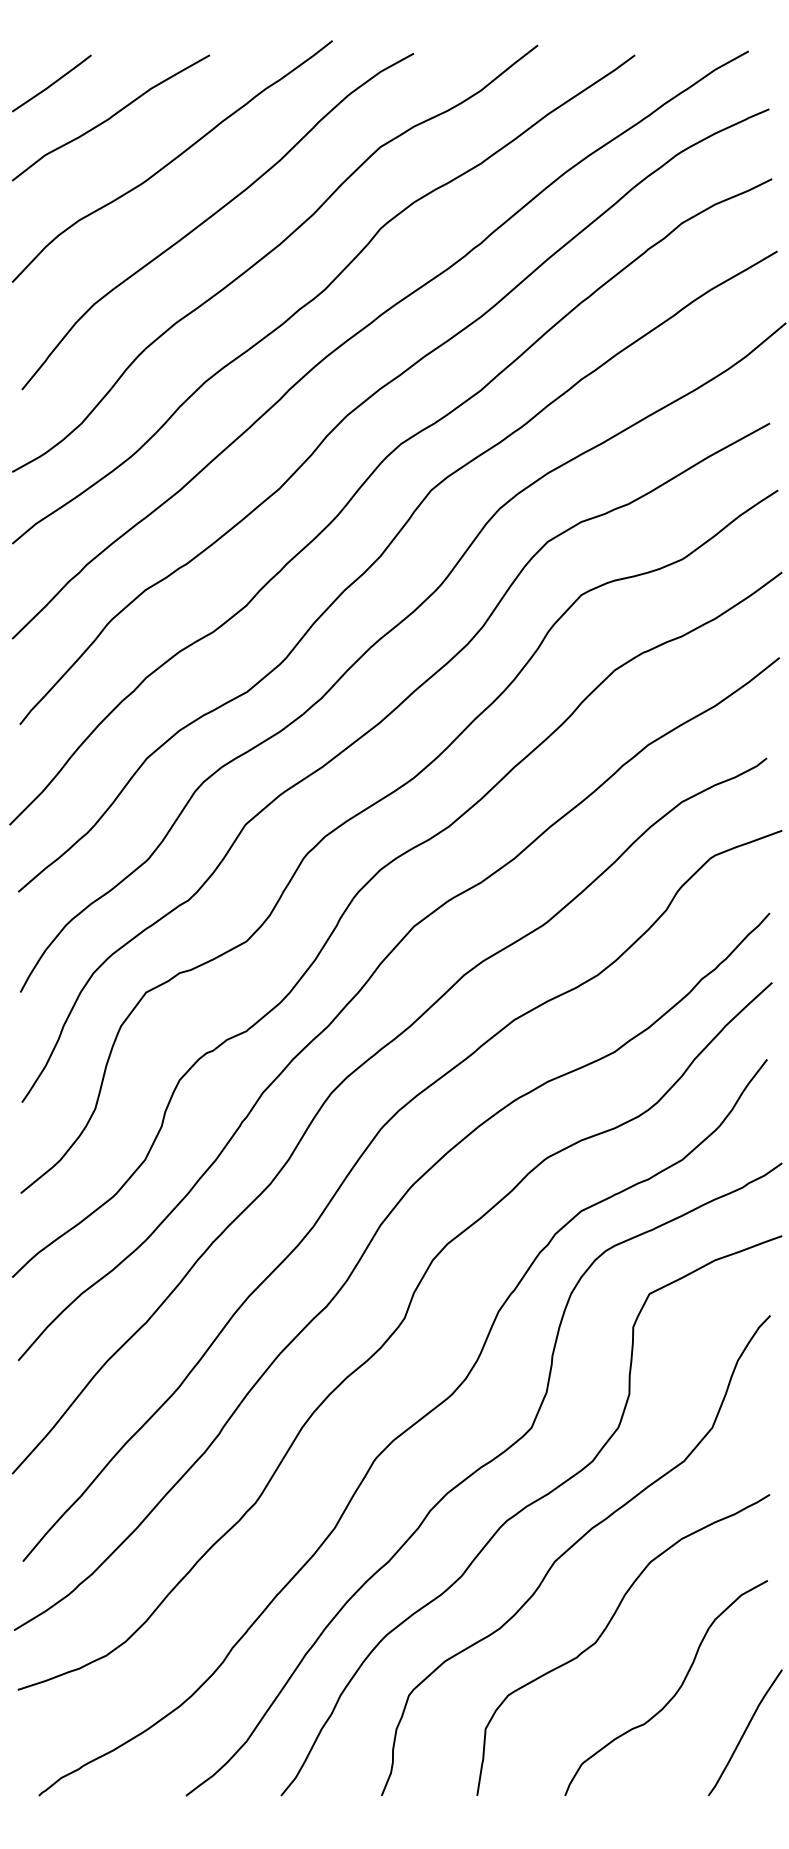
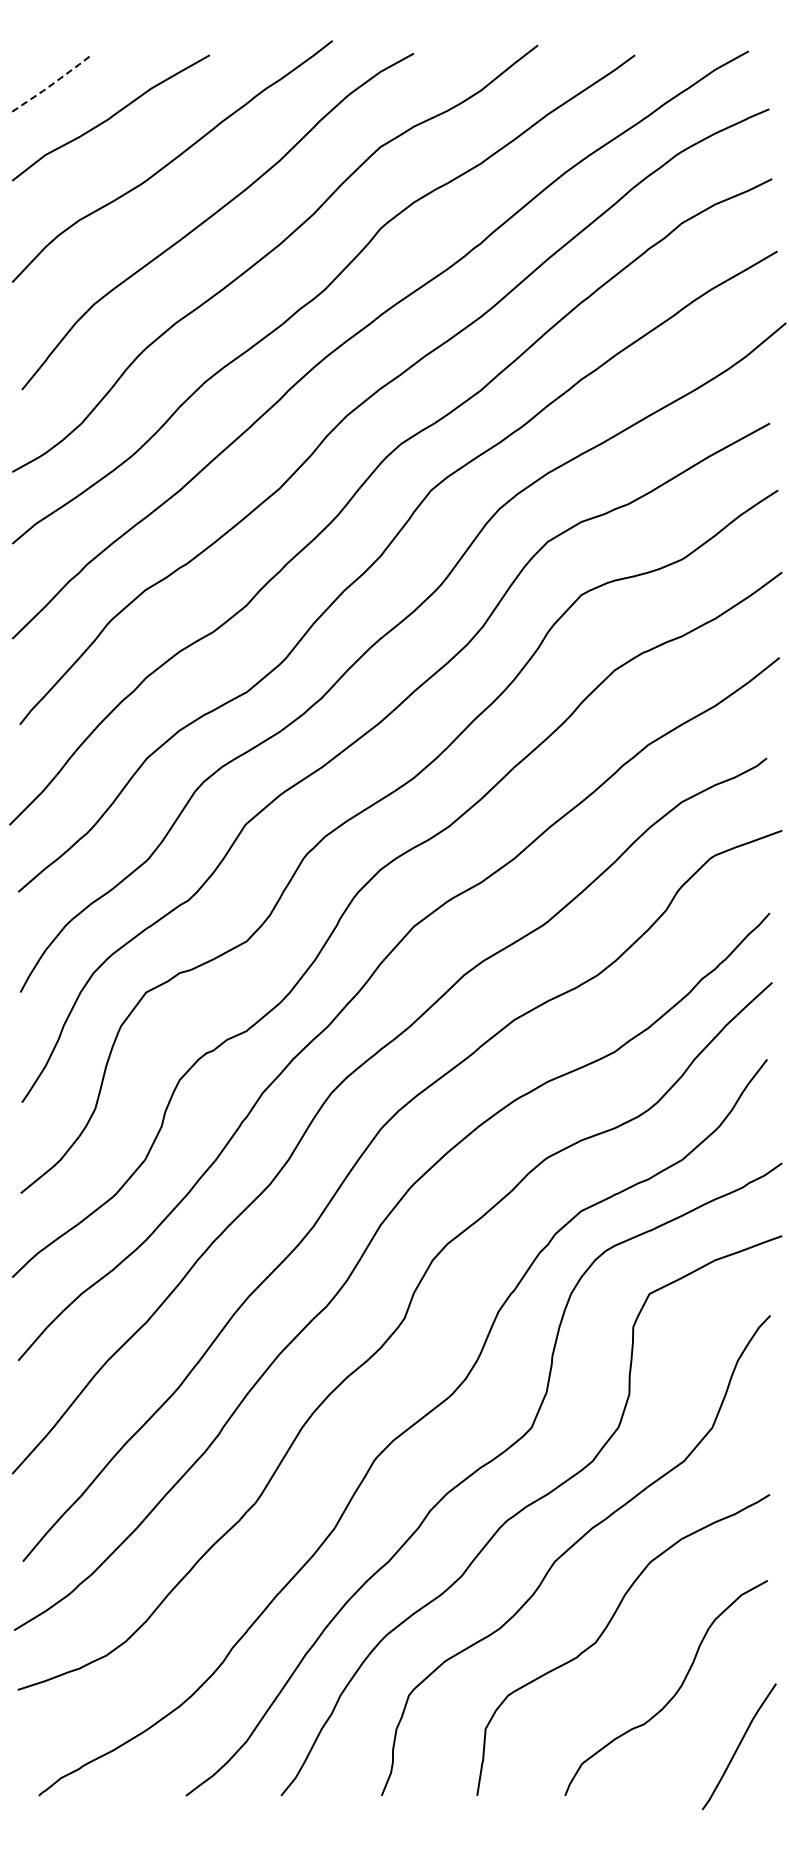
line at (53, 83): solid -> dashed
curve at (744, 1732) position: (744, 1732) -> (738, 1746)
